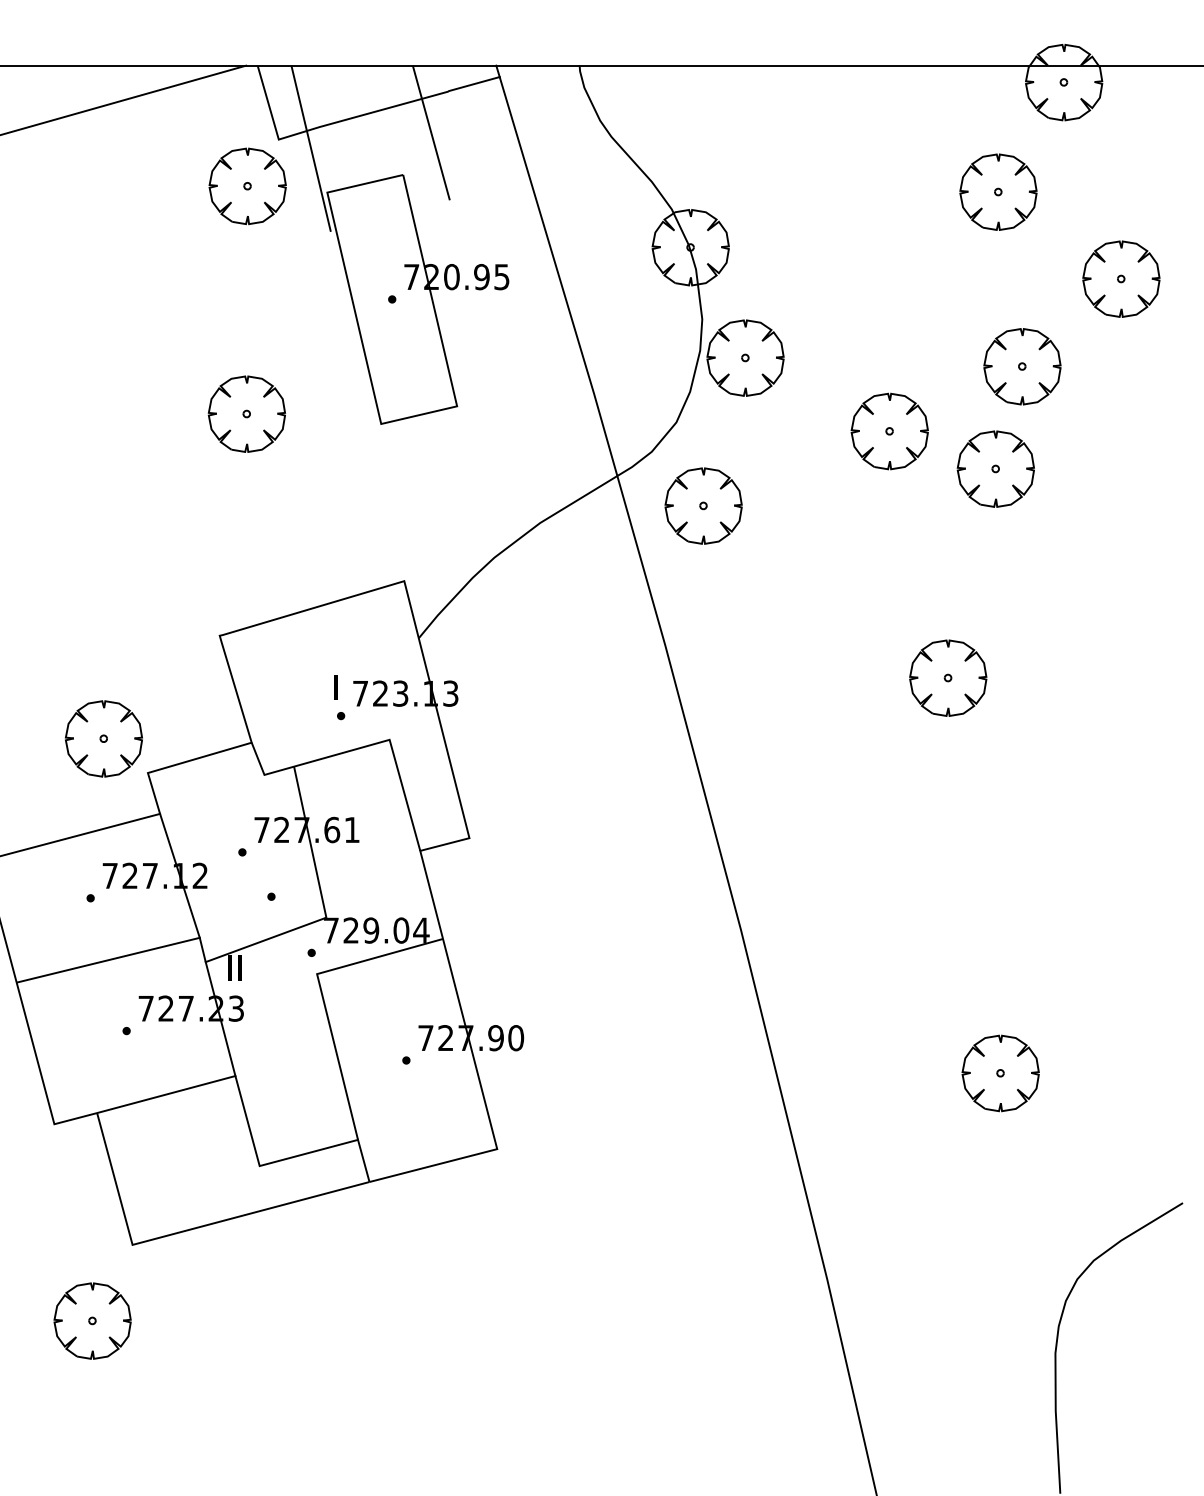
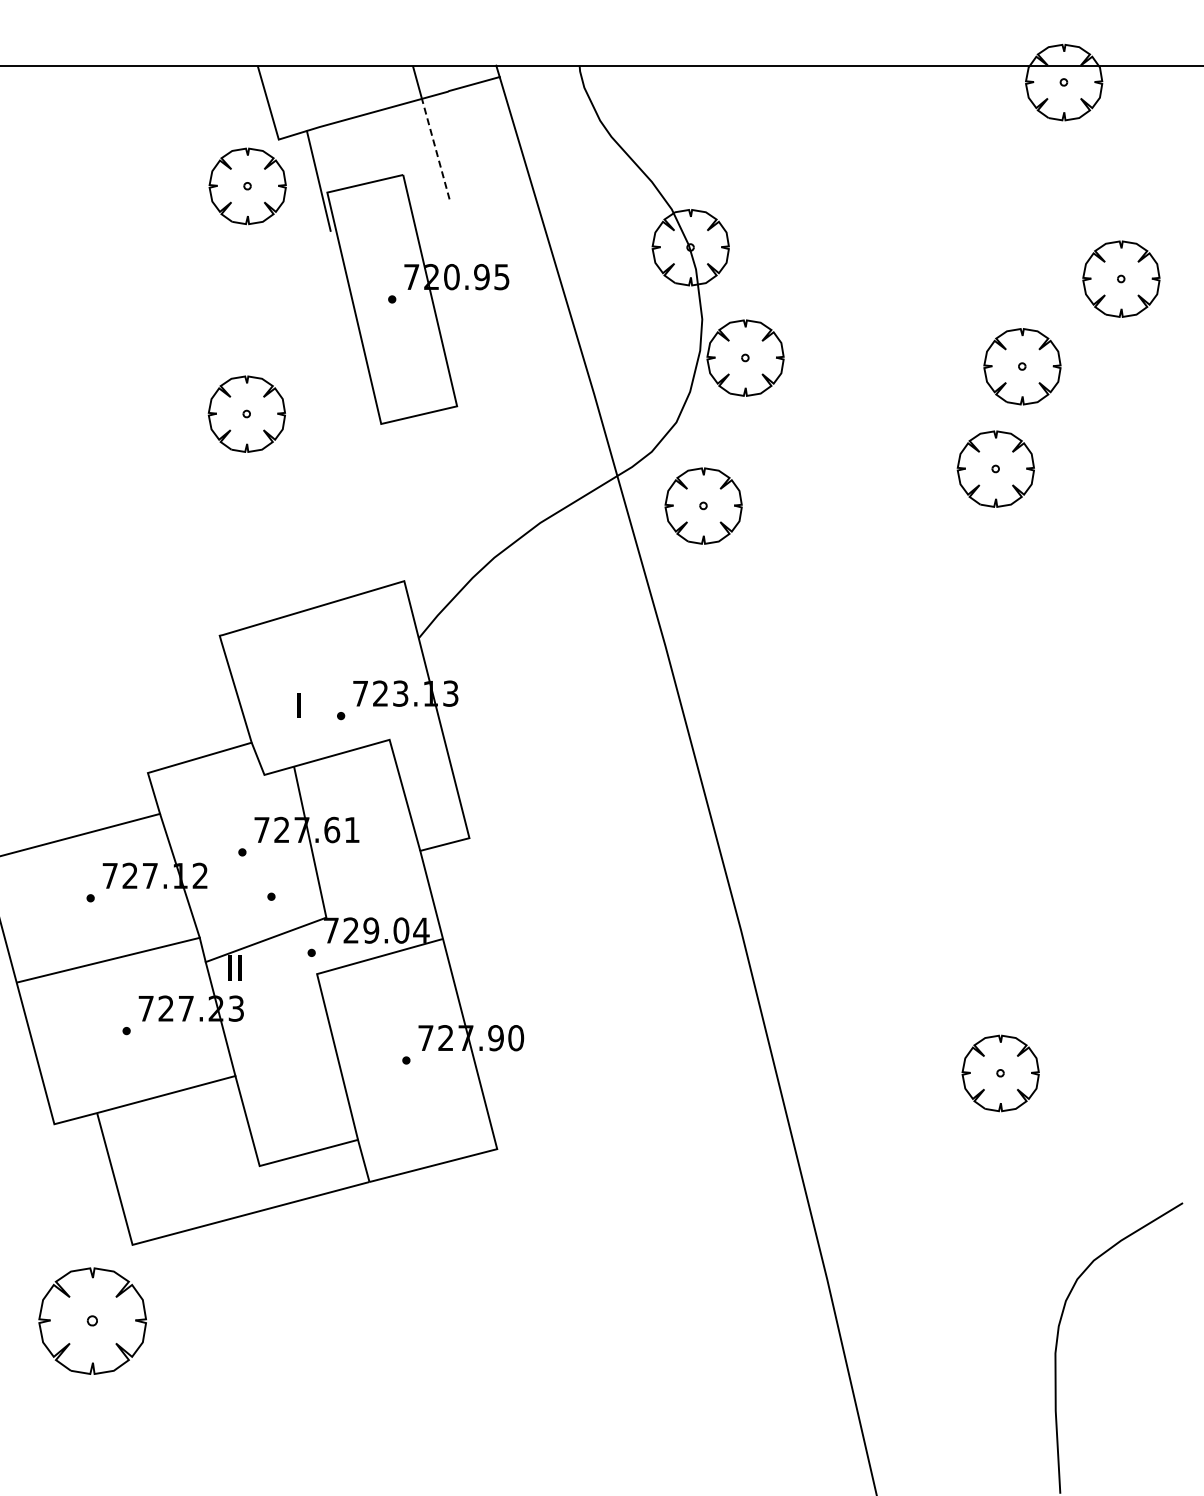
line at (298, 97): present -> none
line at (124, 99): present -> none
line at (435, 148): solid -> dashed
part at (998, 191): present -> none
part at (889, 431): present -> none
part at (948, 677): present -> none
text at (335, 687) position: (335, 687) -> (298, 705)
part at (103, 738): present -> none
part at (92, 1320) size: 79x78 px -> 109x108 px
